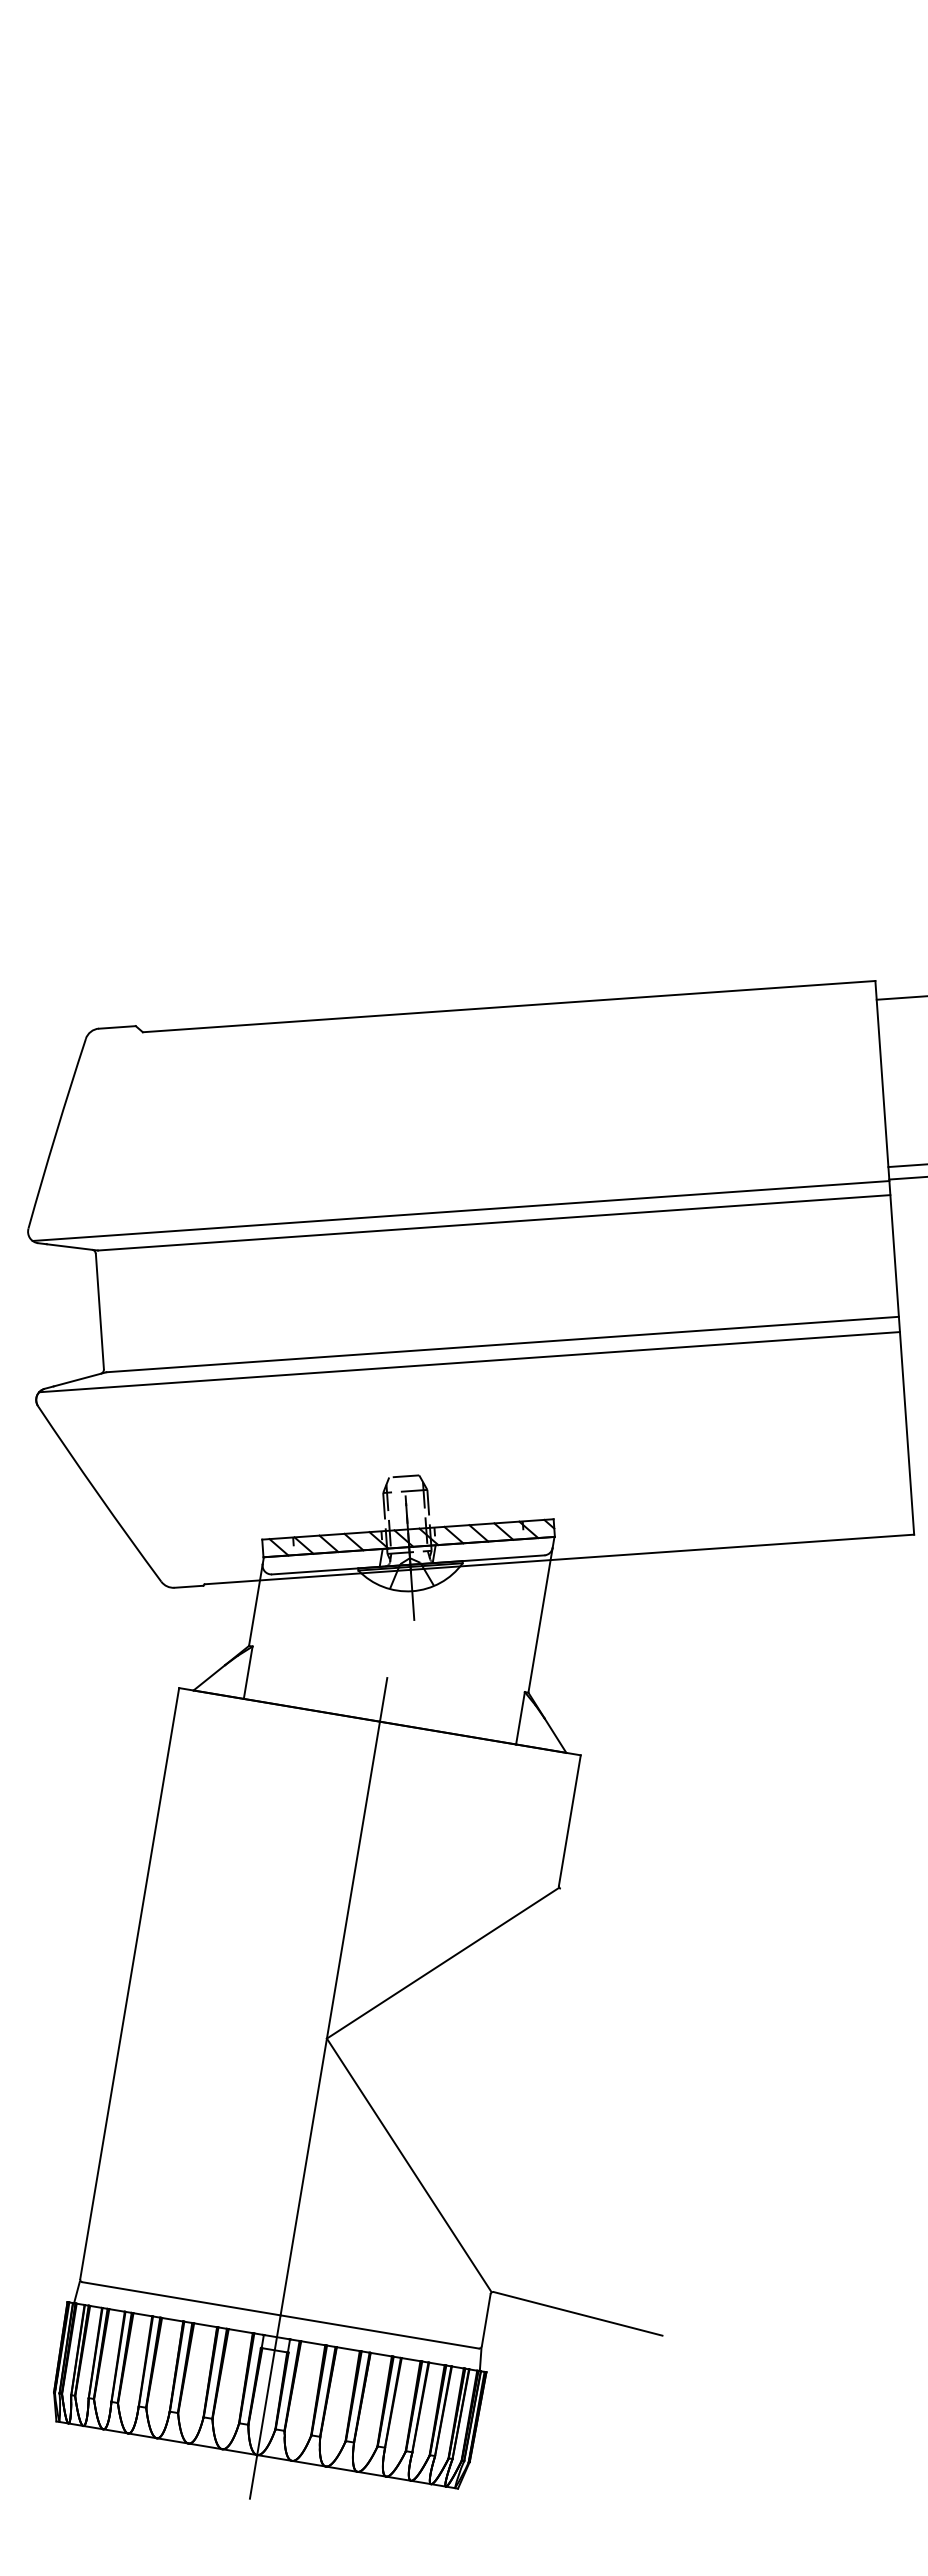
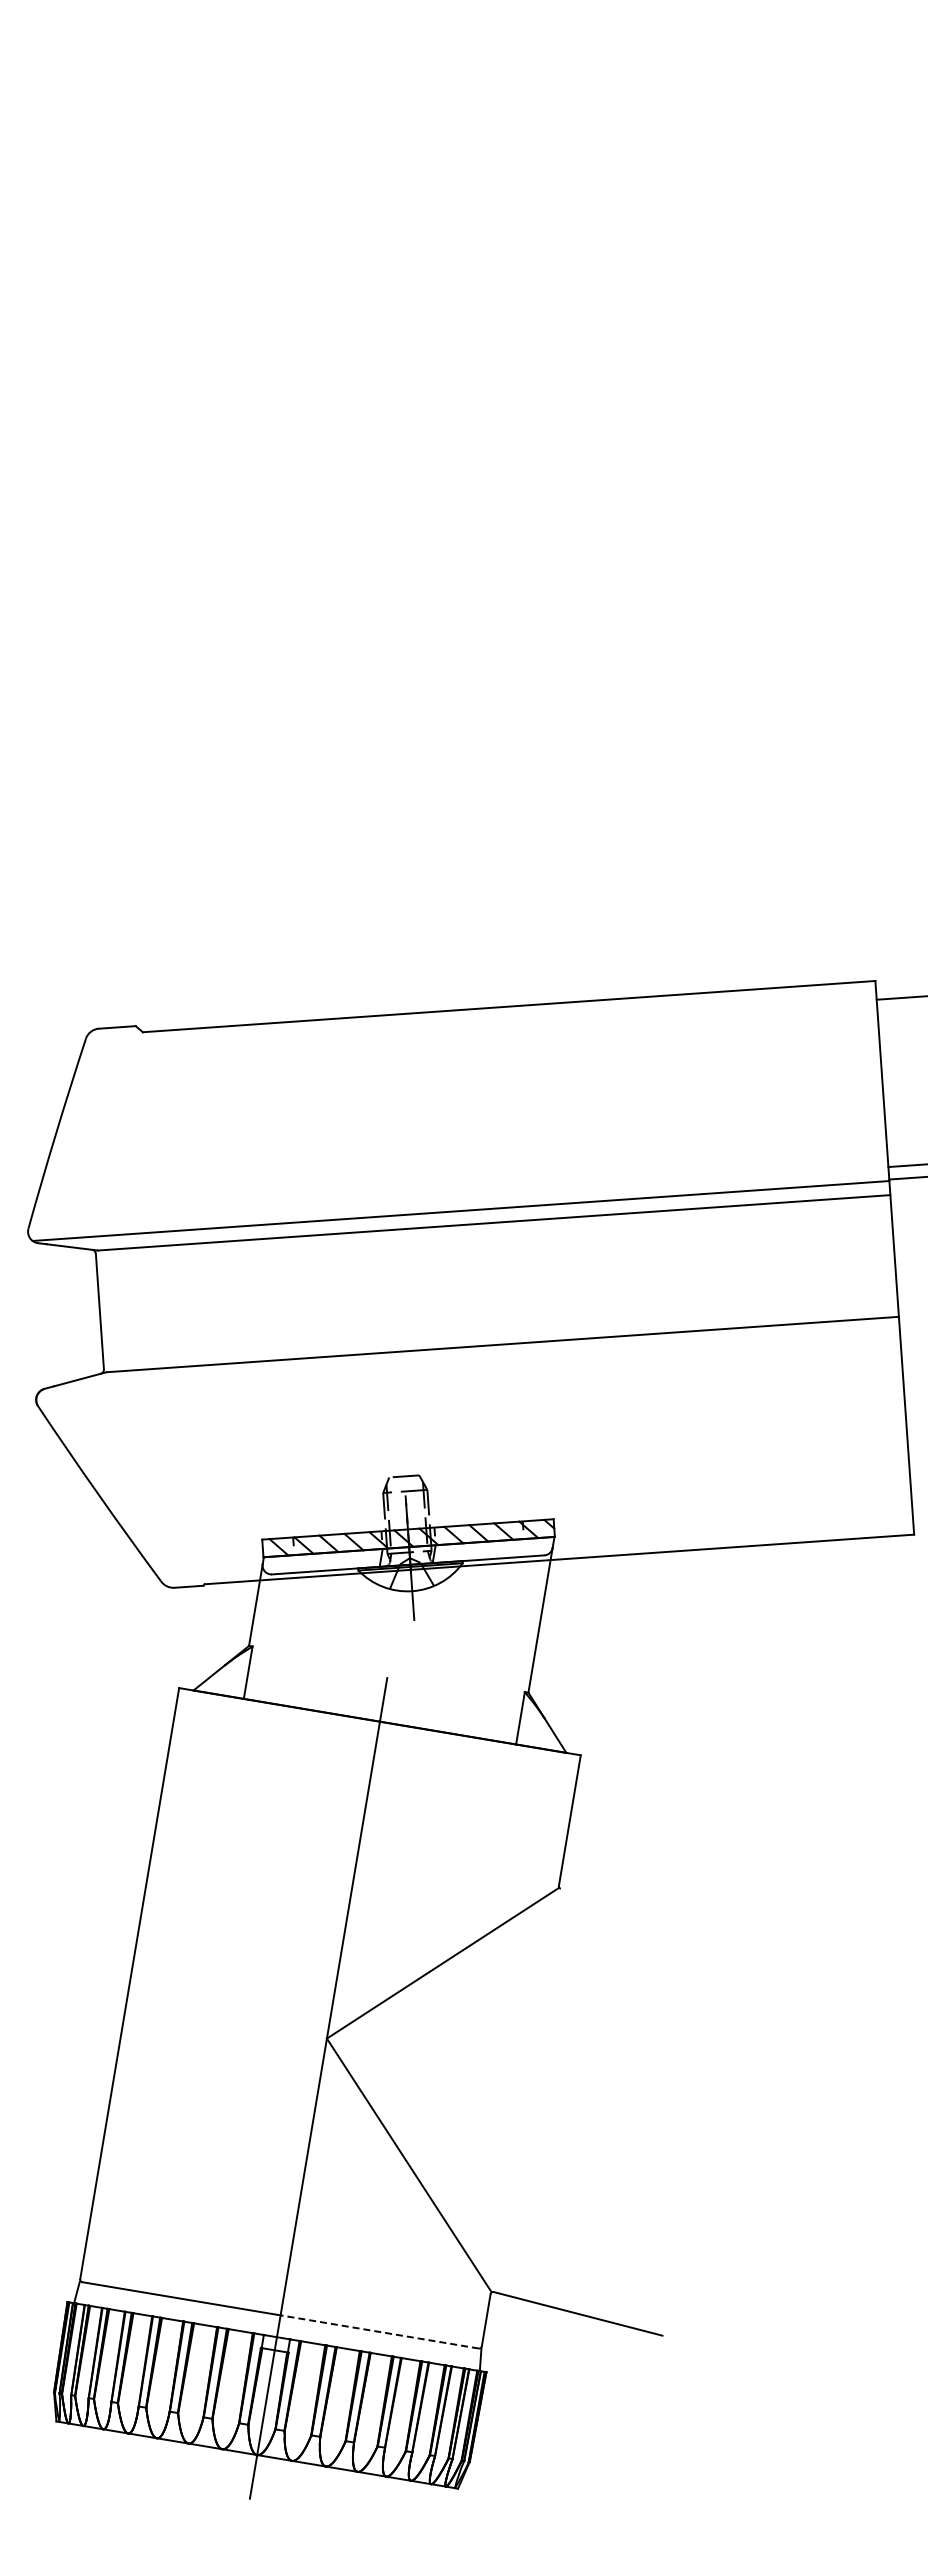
line at (469, 1362): present -> none
line at (379, 2331): solid -> dashed
